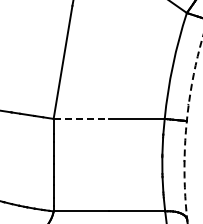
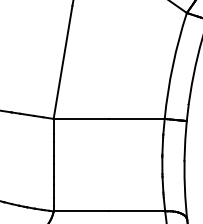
line at (81, 118): dashed -> solid
arc at (186, 129): dashed -> solid
